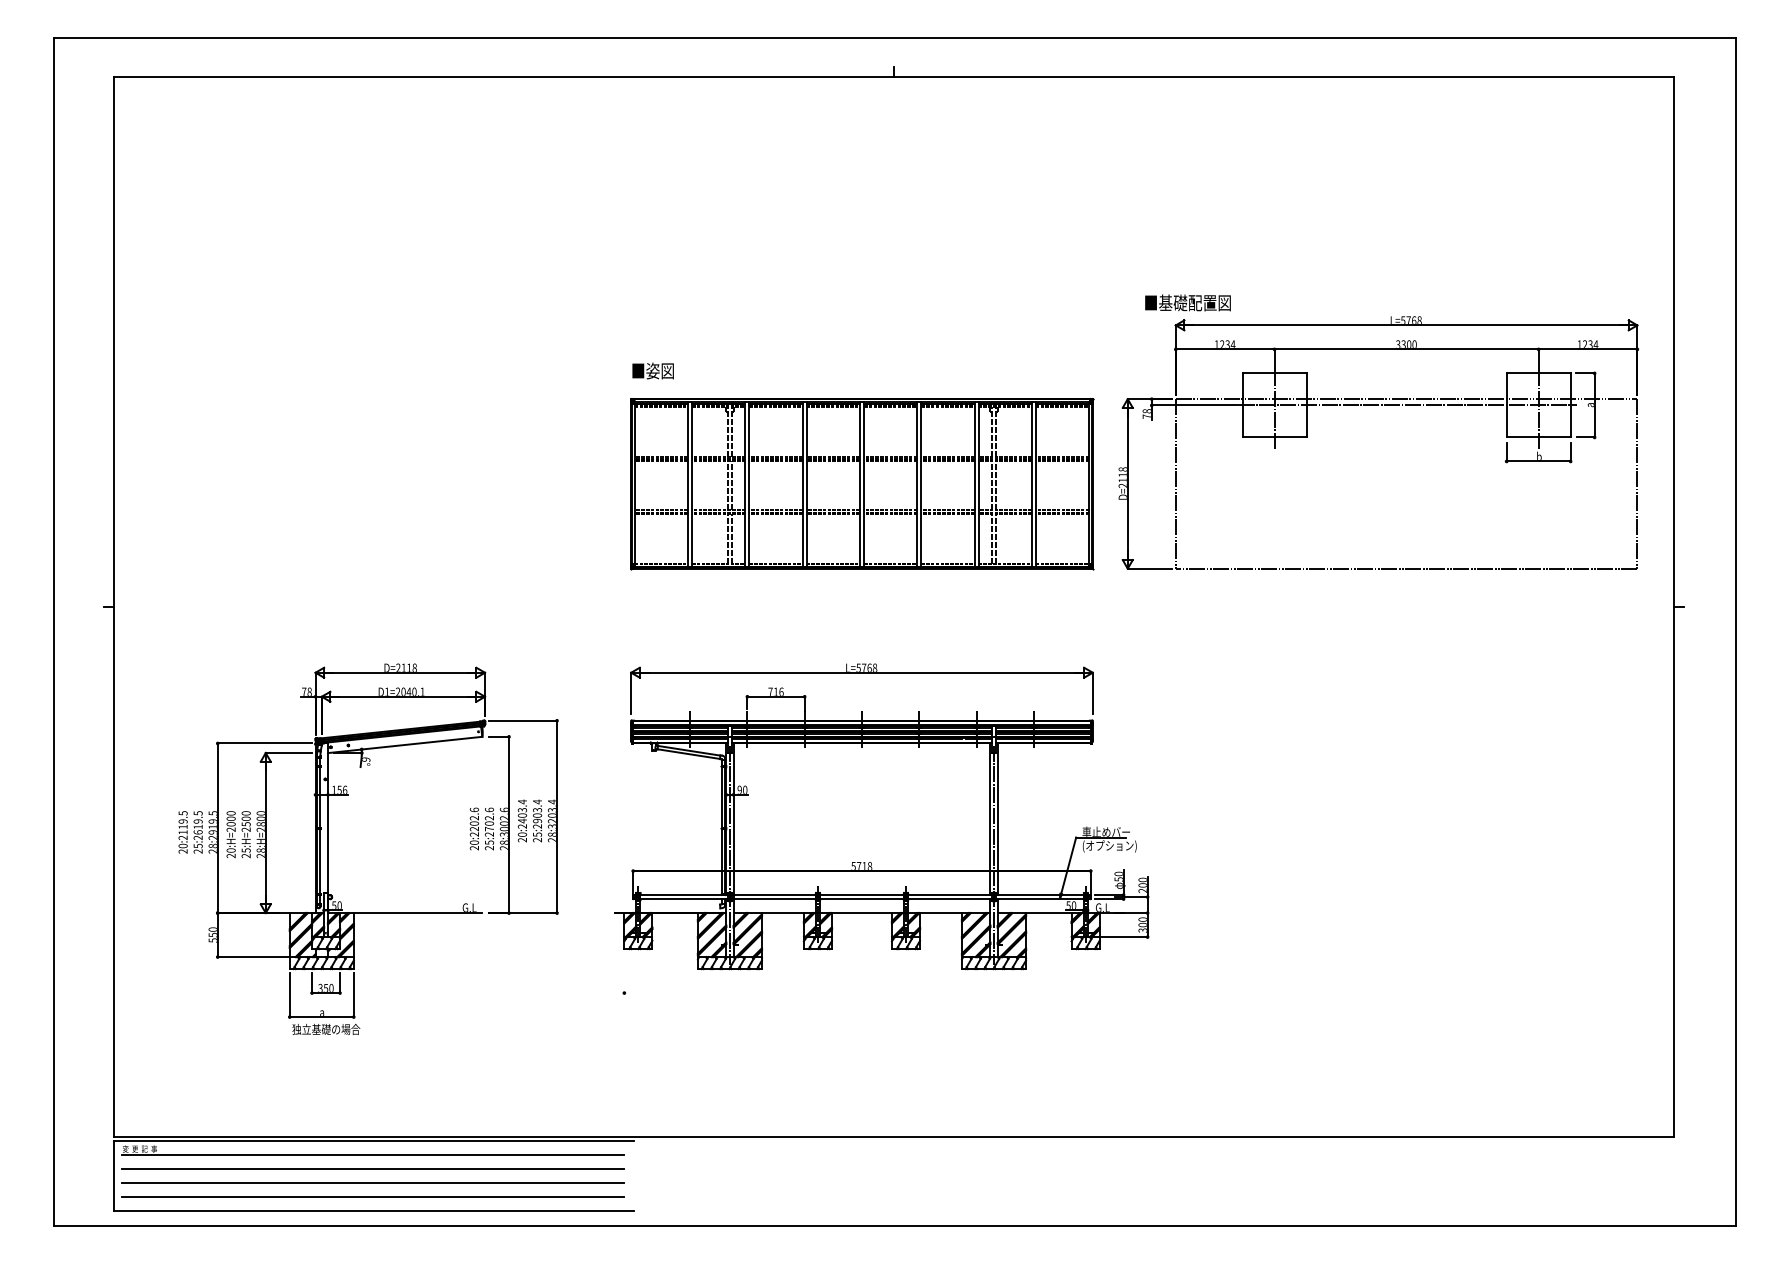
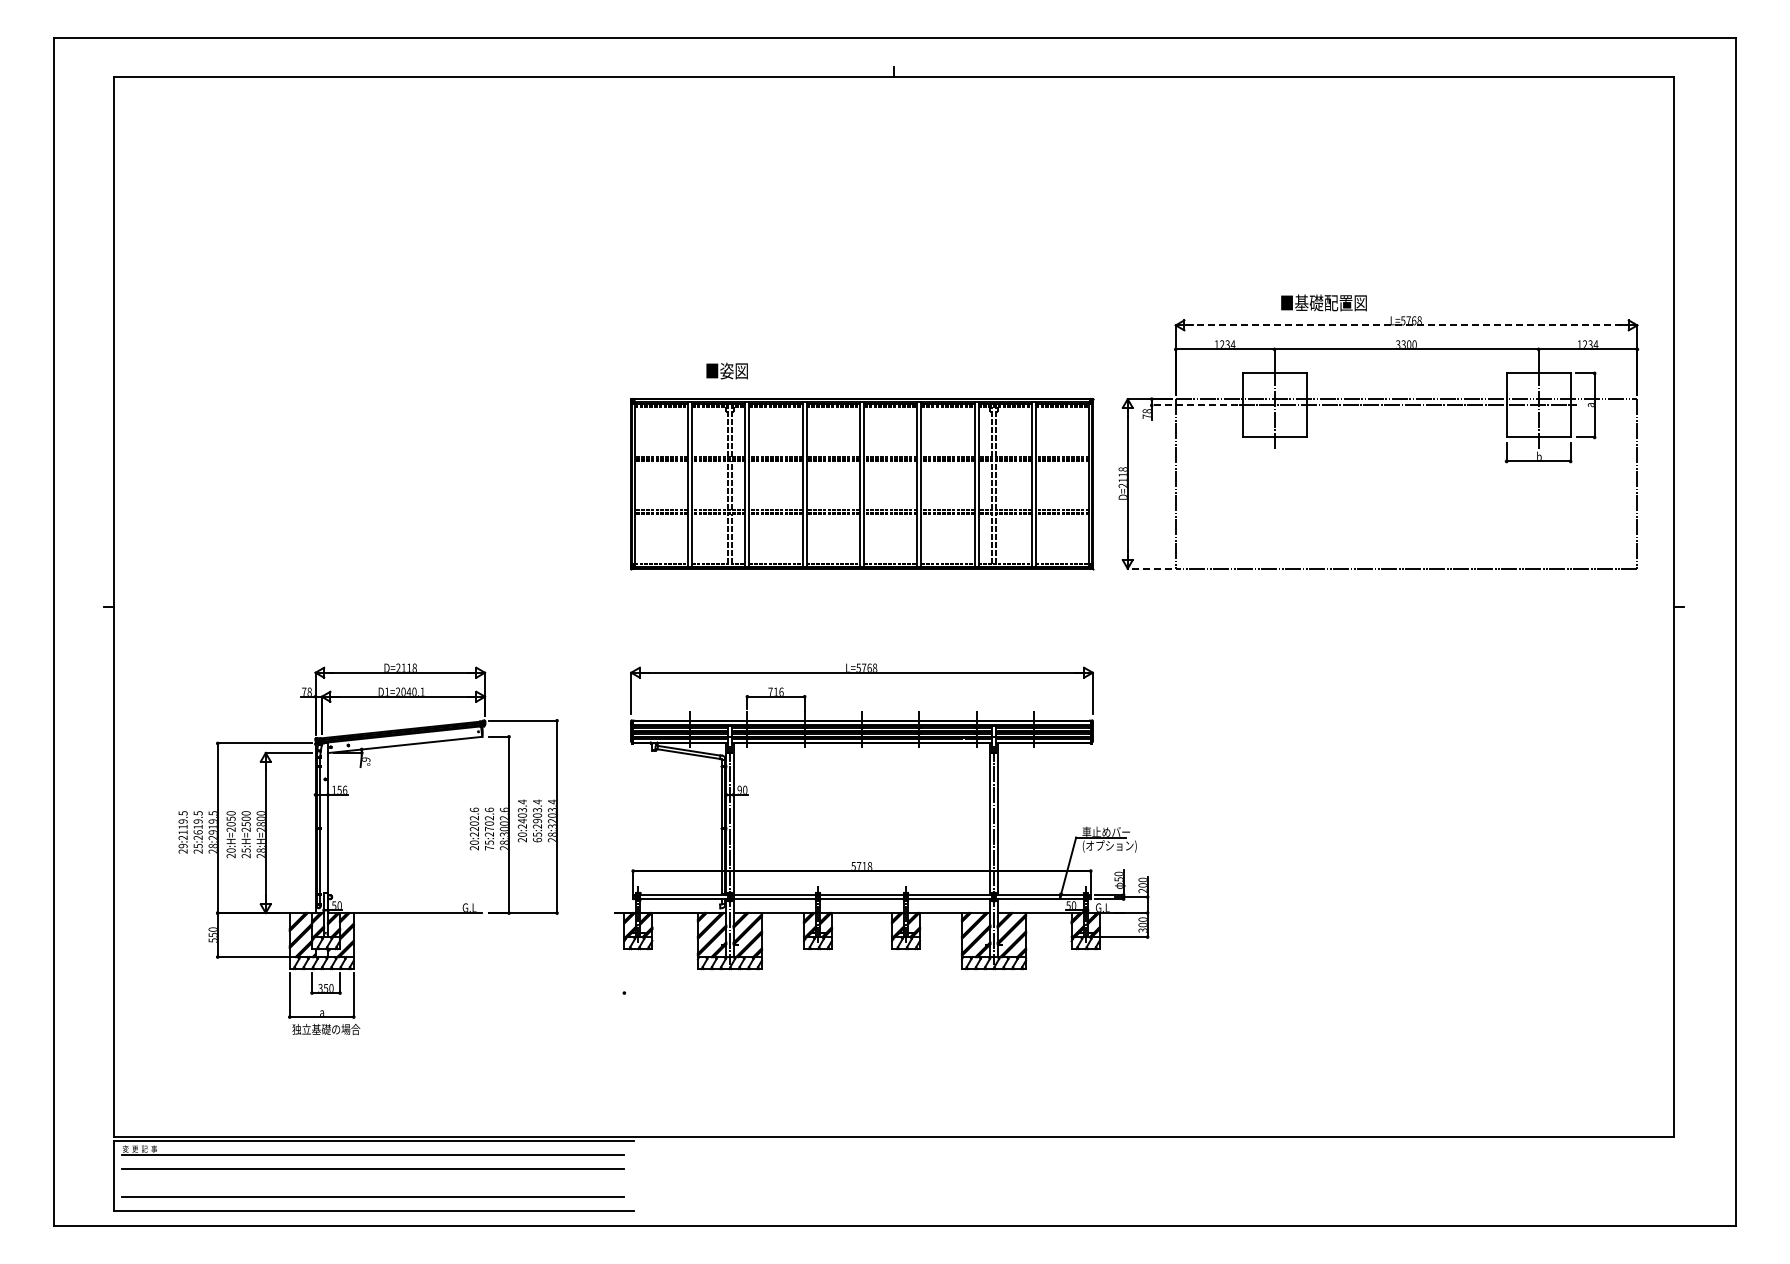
text at (1187, 302) position: (1187, 302) -> (1323, 302)
line at (1406, 325): solid -> dashed
text at (652, 370) position: (652, 370) -> (726, 370)
line at (1194, 405): solid -> dashed
line at (1149, 568): solid -> dashed
text at (230, 818): 20:H=2000 -> 20:H=2050
text at (537, 839): 25:2903.4 -> 65:2903.4
text at (183, 846): 20:2119.5 -> 29:2119.5
text at (488, 848): 25:2702.6 -> 75:2702.6
line at (372, 1183): present -> none
